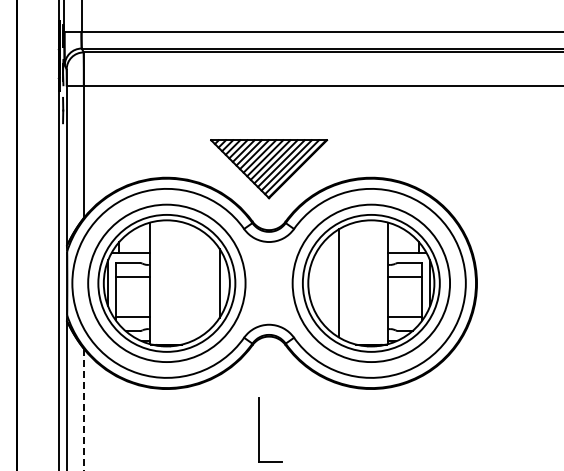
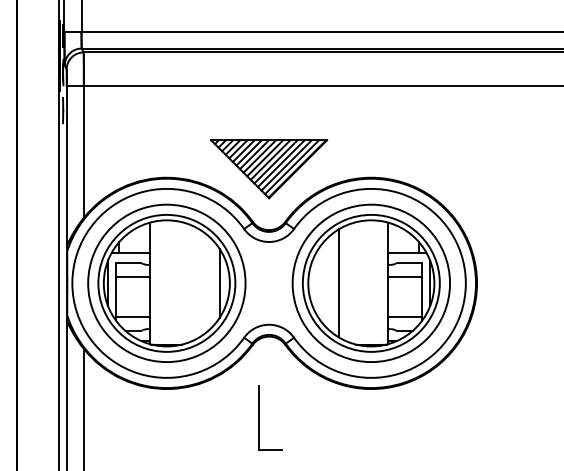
line at (83, 409): dashed -> solid
part at (259, 429) position: (259, 429) -> (259, 417)
